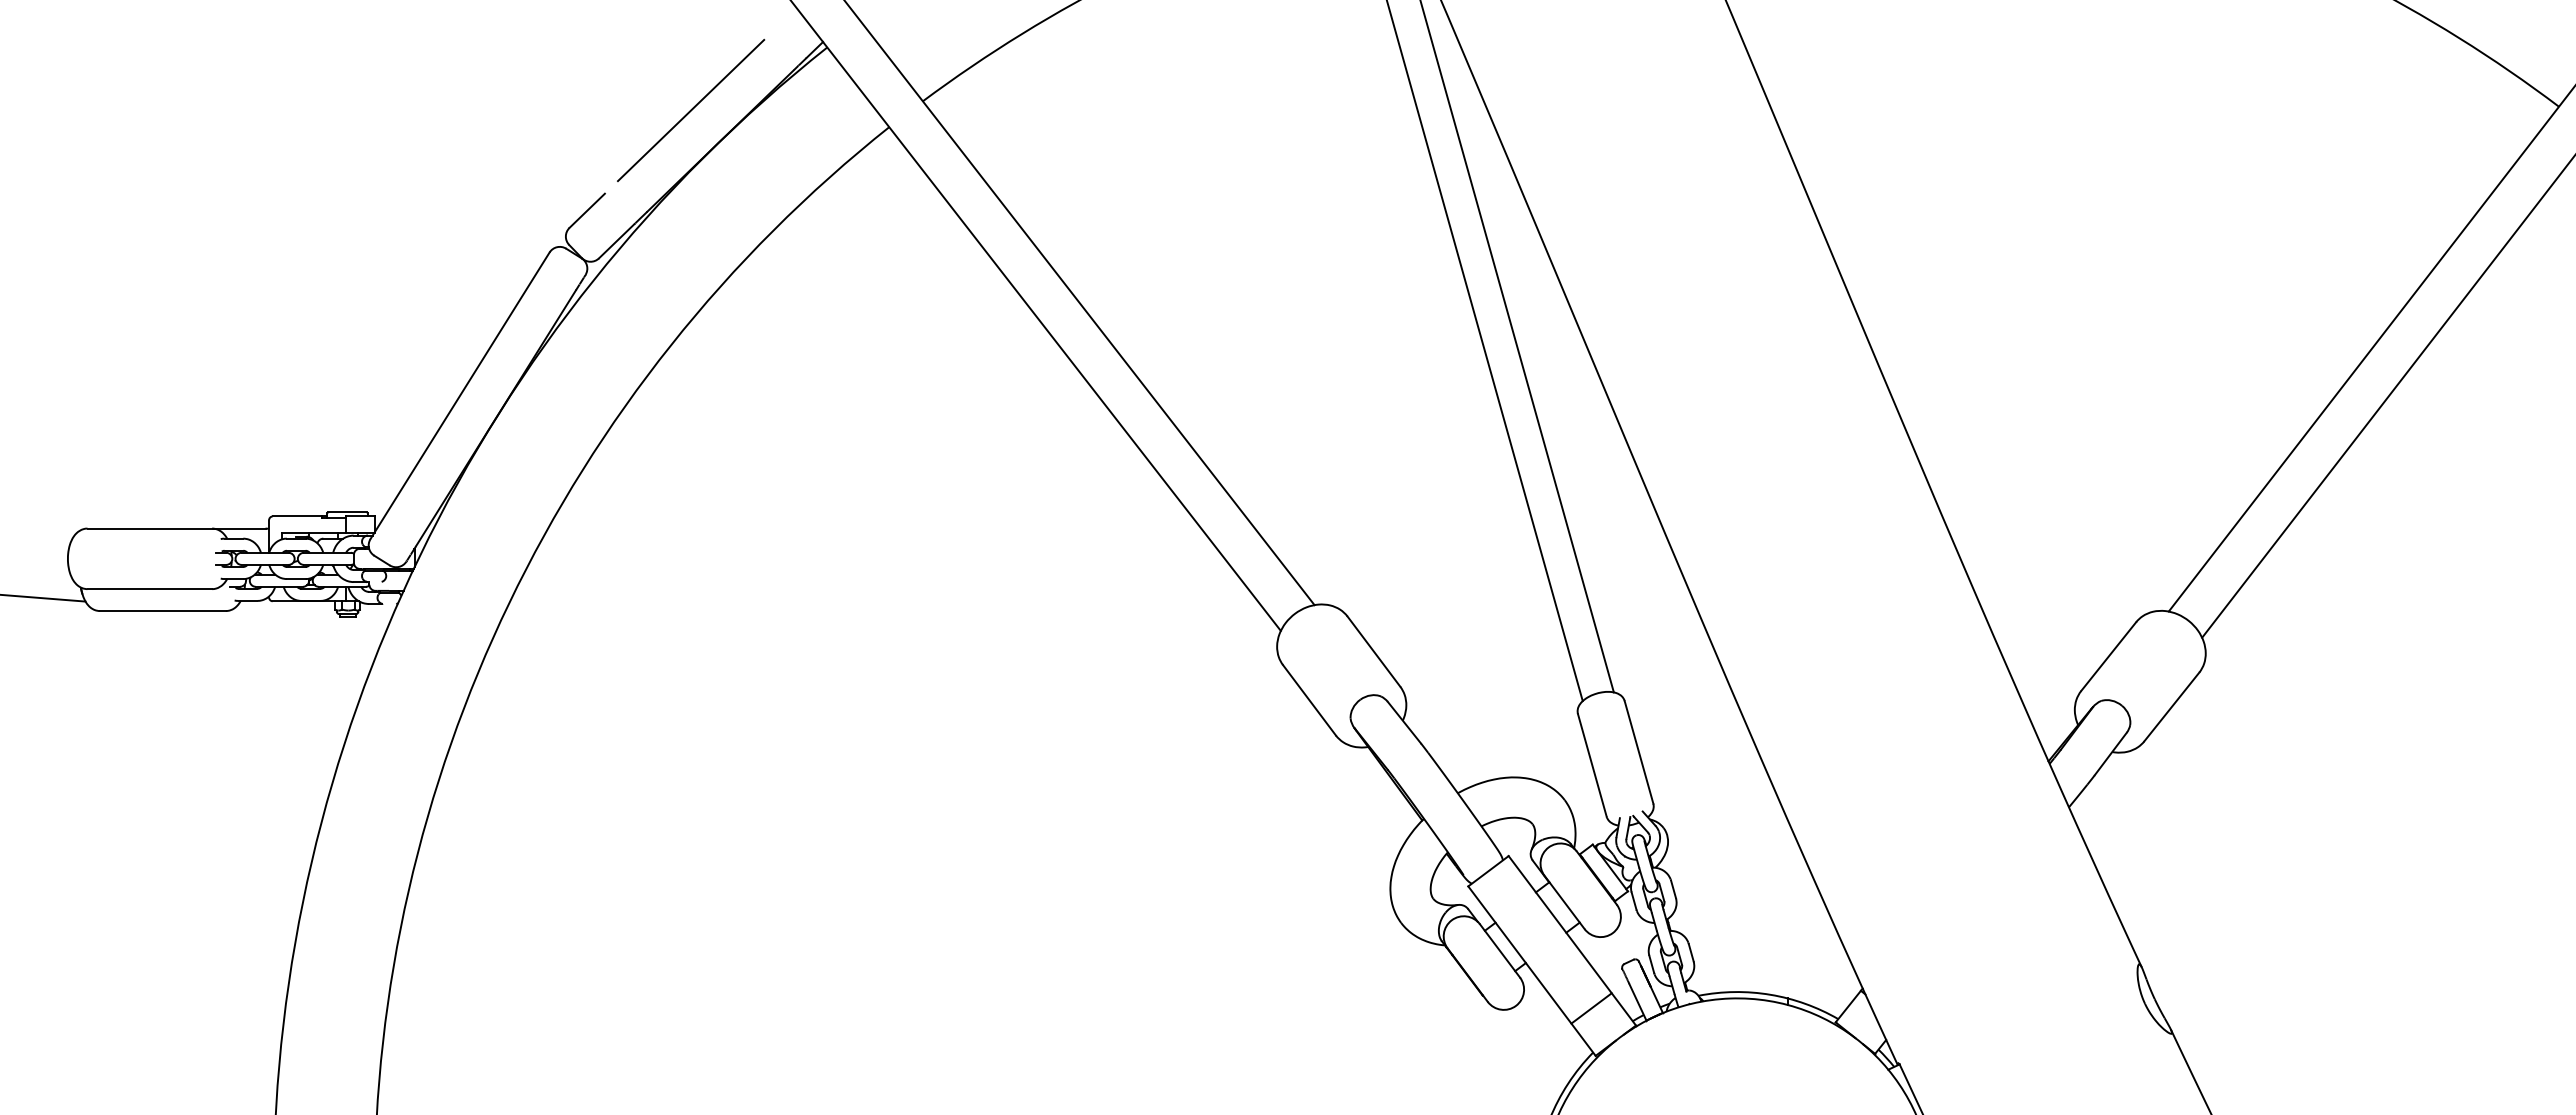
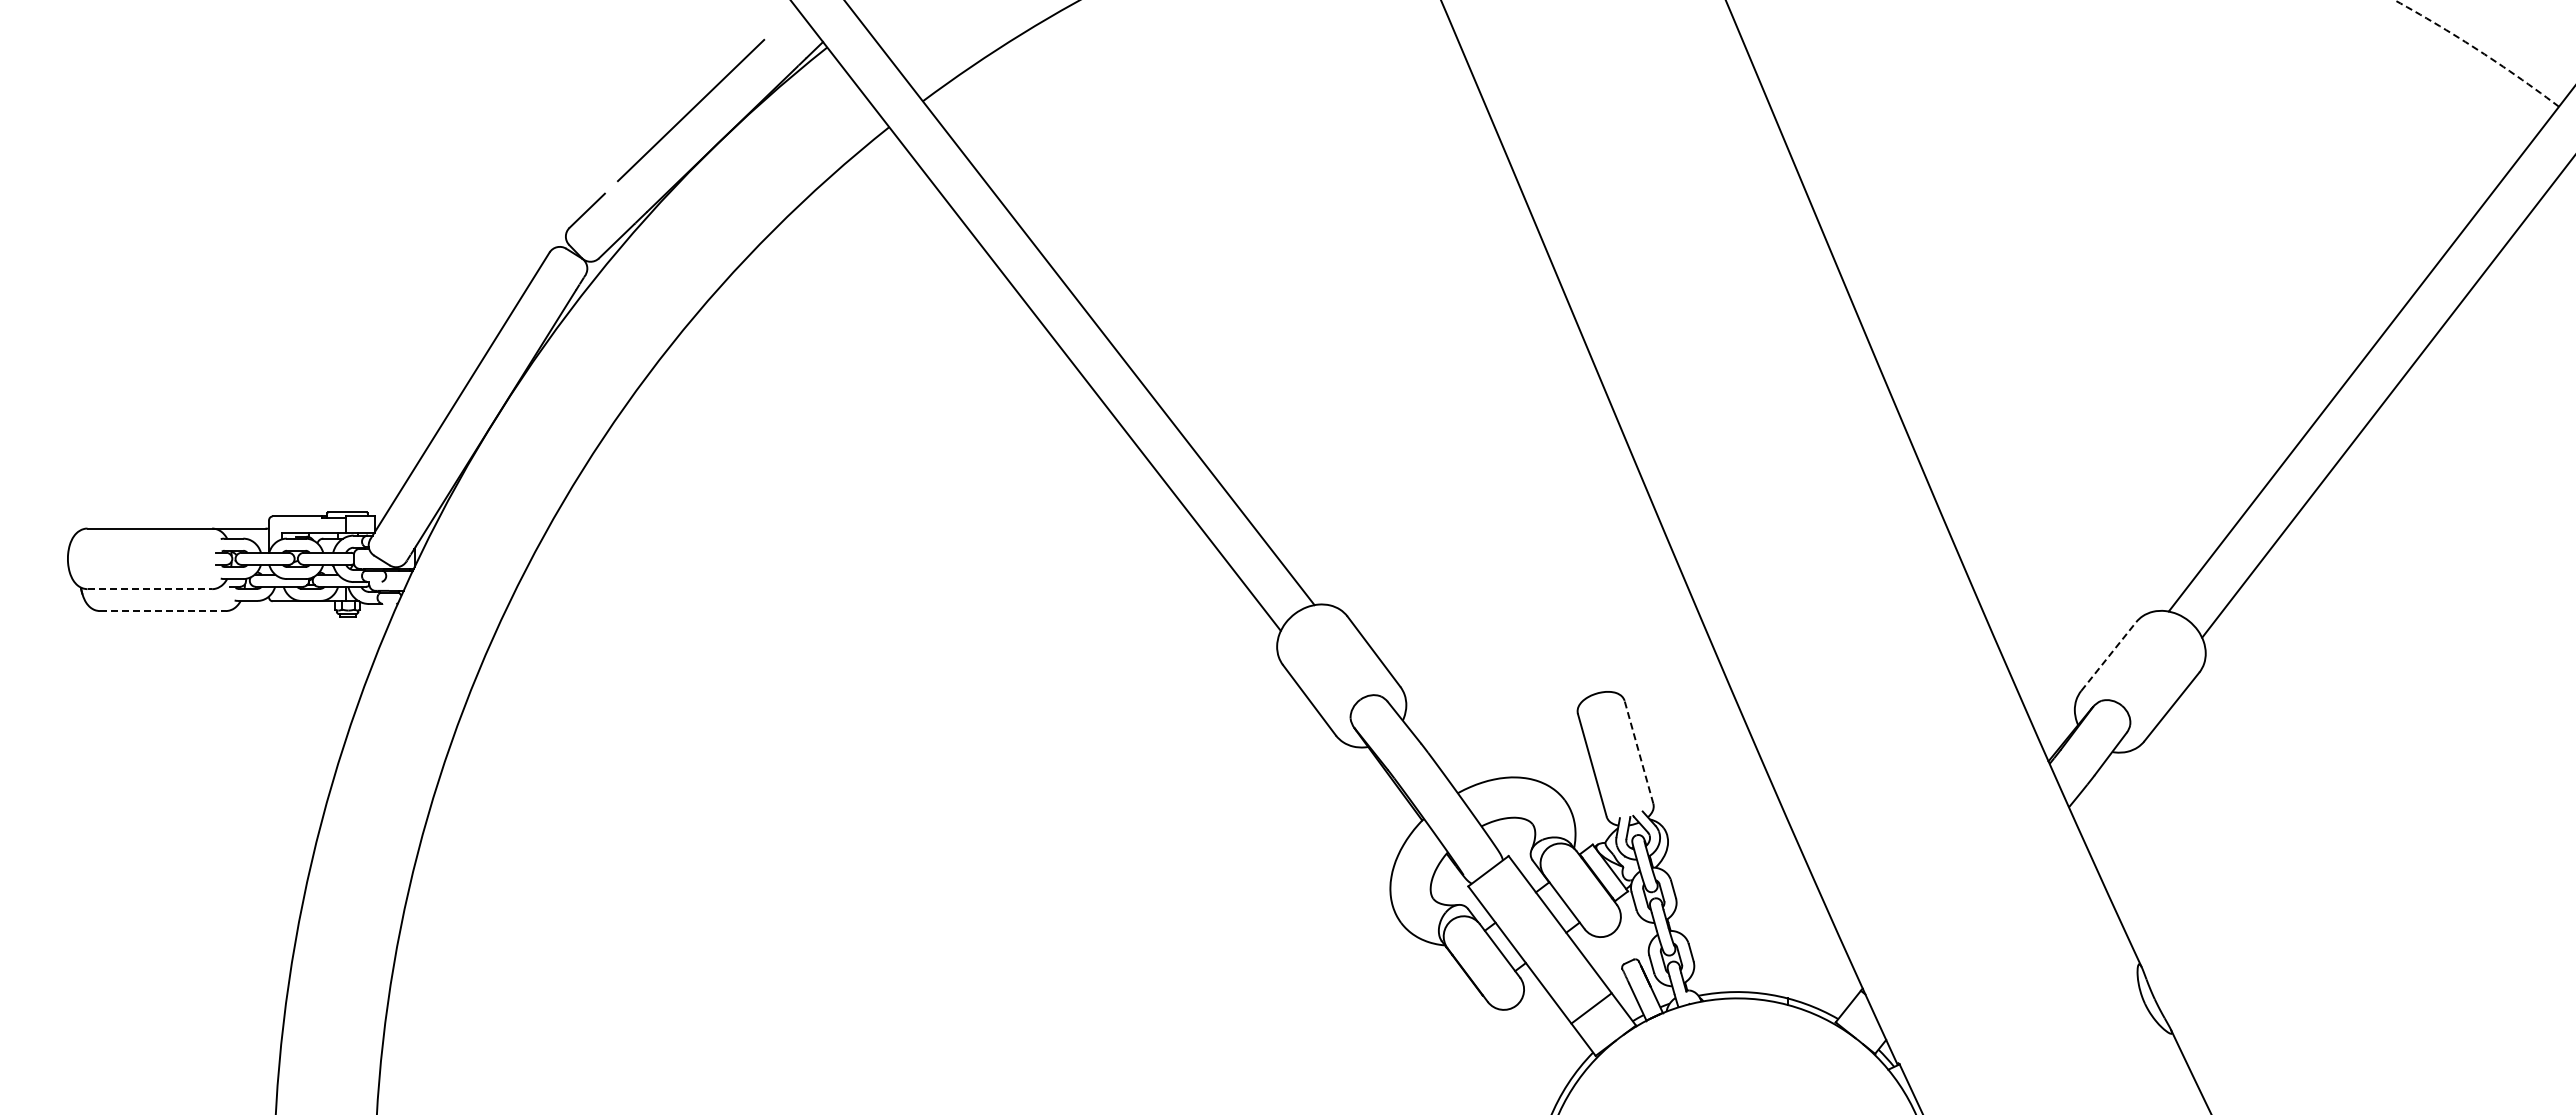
arc at (2477, 50): solid -> dashed
line at (1516, 347): present -> none
line at (1484, 351): present -> none
line at (150, 589): solid -> dashed
line at (43, 598): present -> none
line at (162, 611): solid -> dashed
line at (2108, 656): solid -> dashed
line at (1638, 751): solid -> dashed
